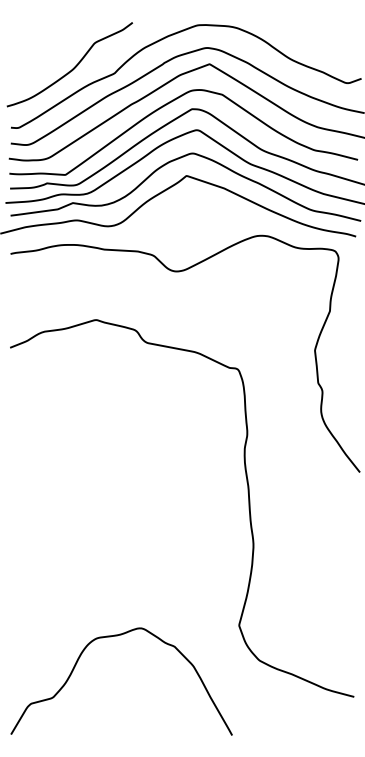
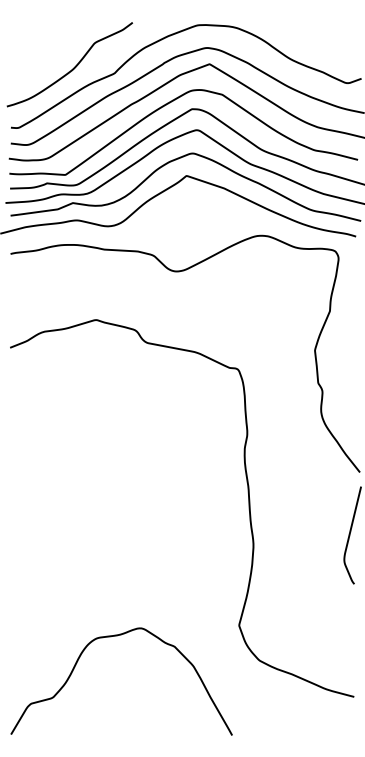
curve at (350, 535): none -> present
